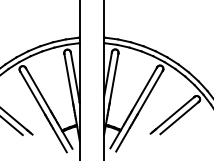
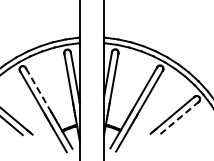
line at (38, 89): solid -> dashed
line at (179, 118): solid -> dashed
